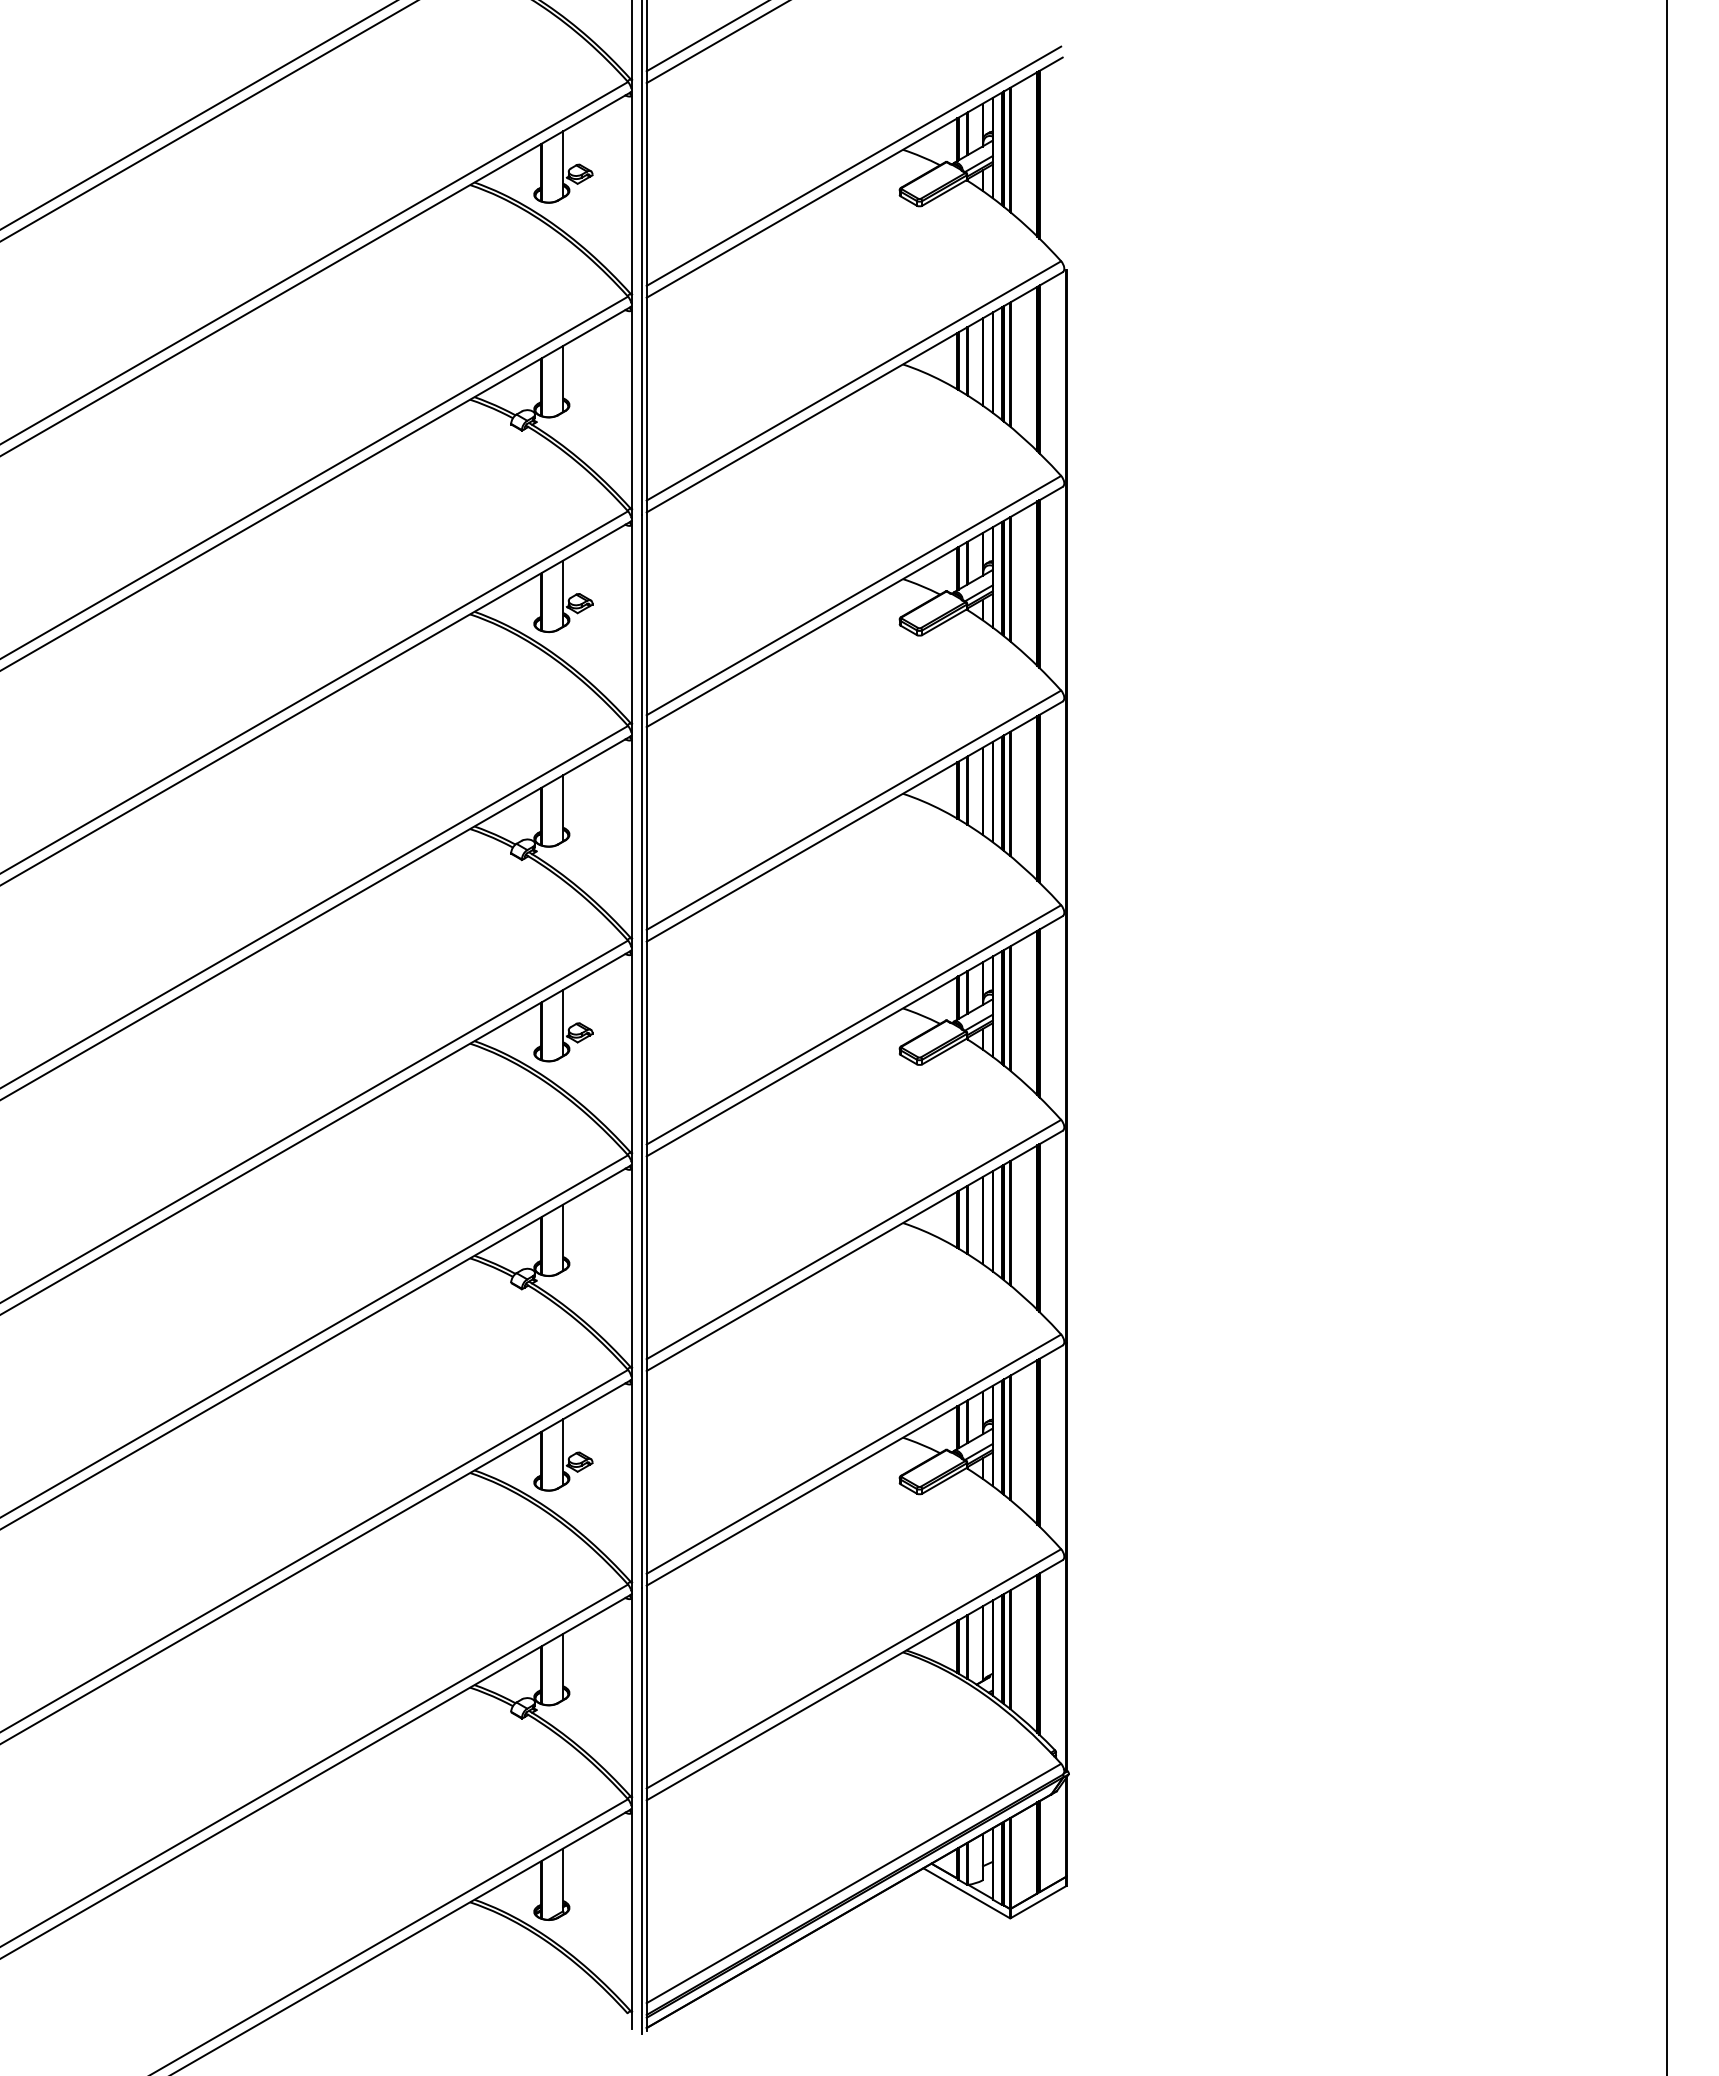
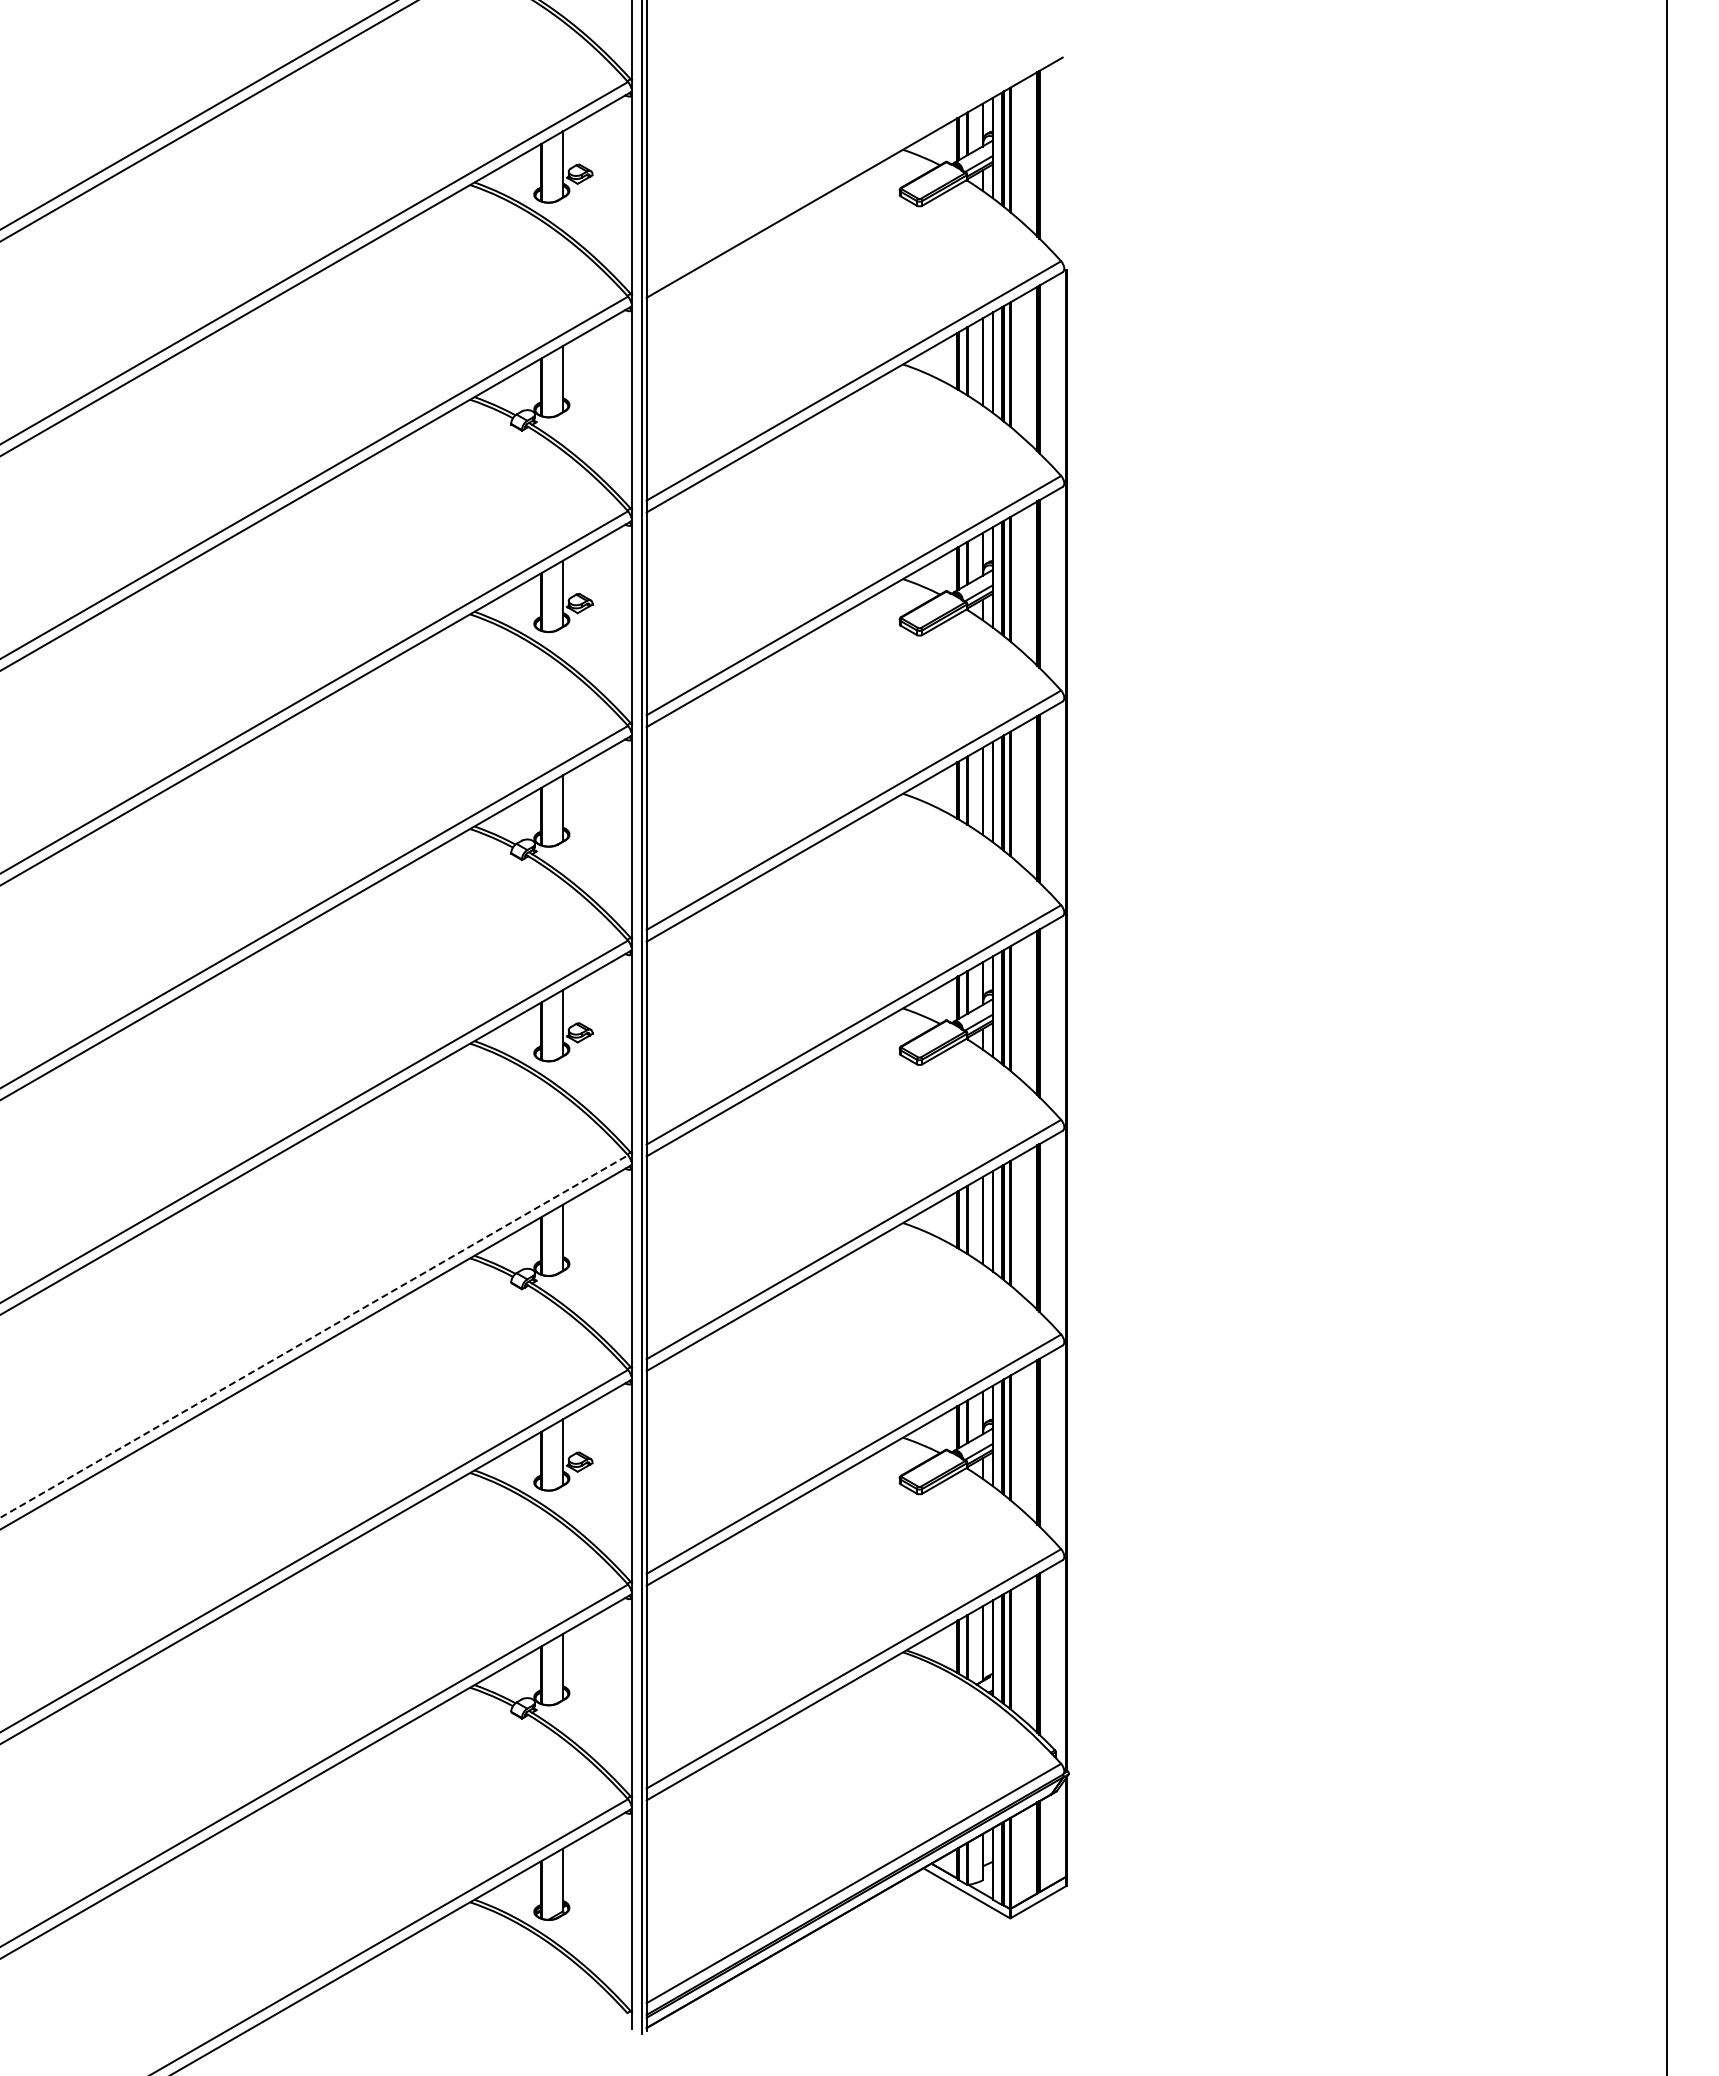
line at (706, 36): present -> none
line at (716, 42): present -> none
line at (853, 165): present -> none
line at (314, 1336): solid -> dashed
